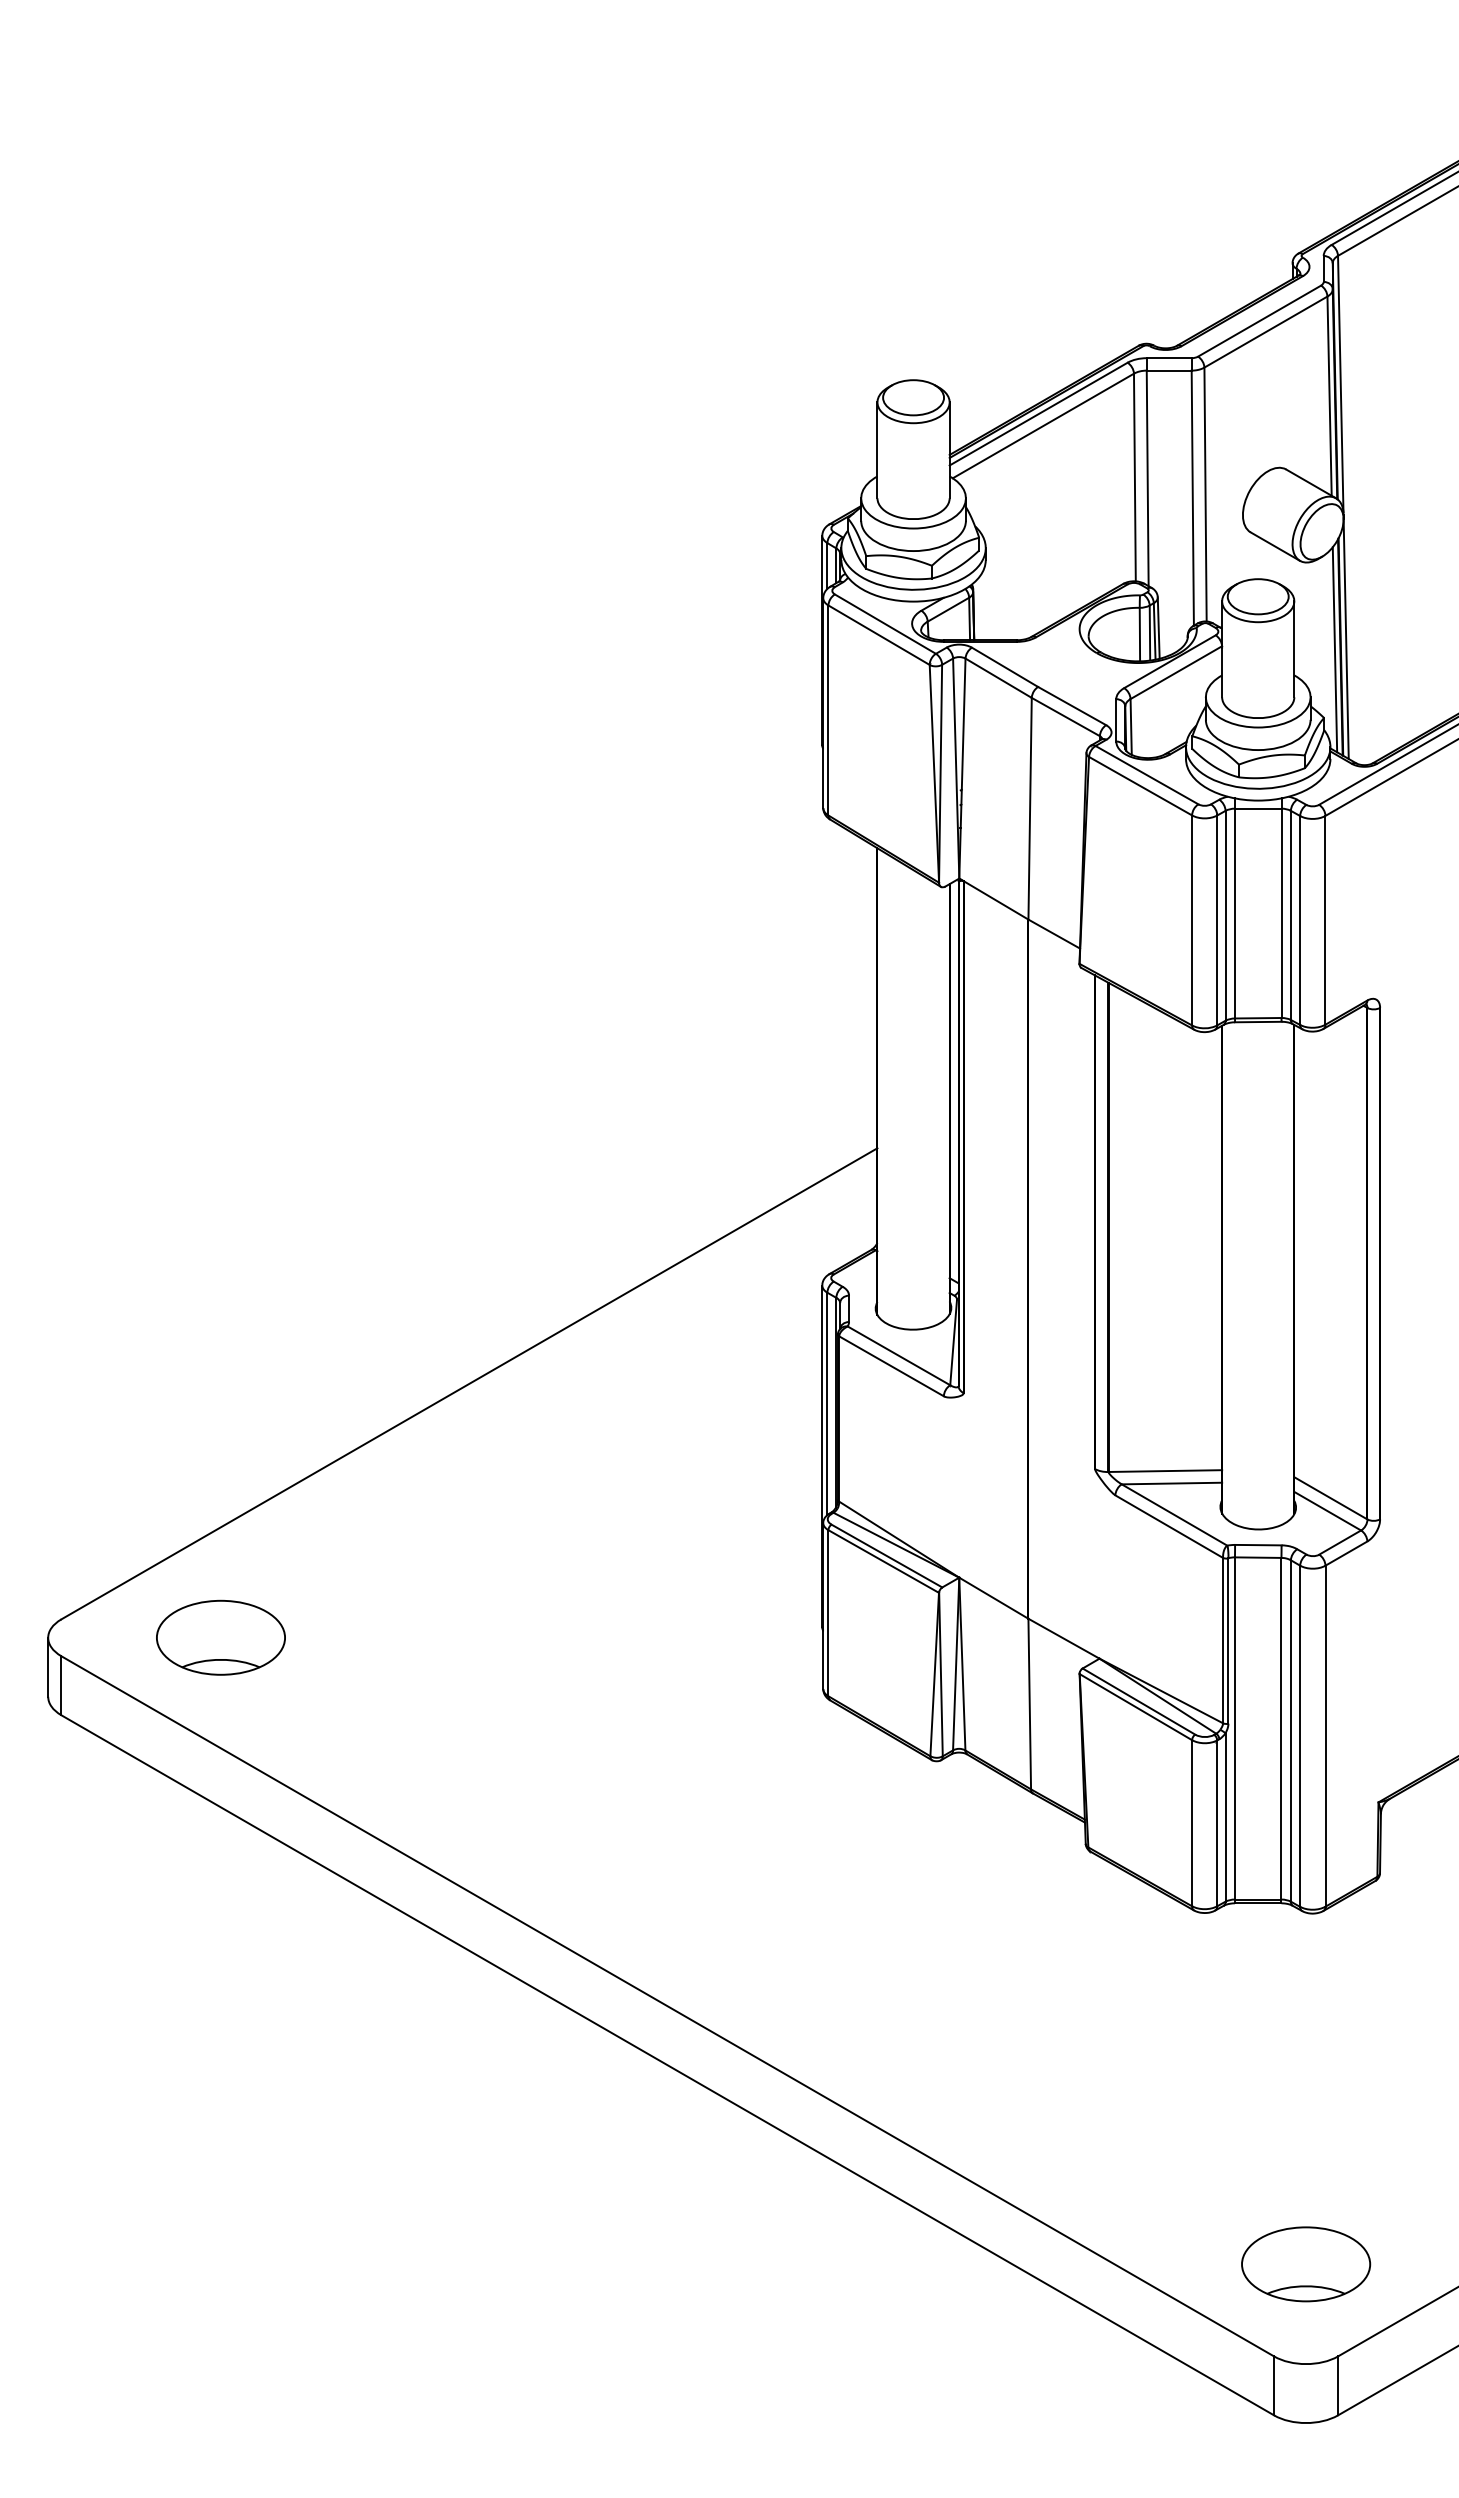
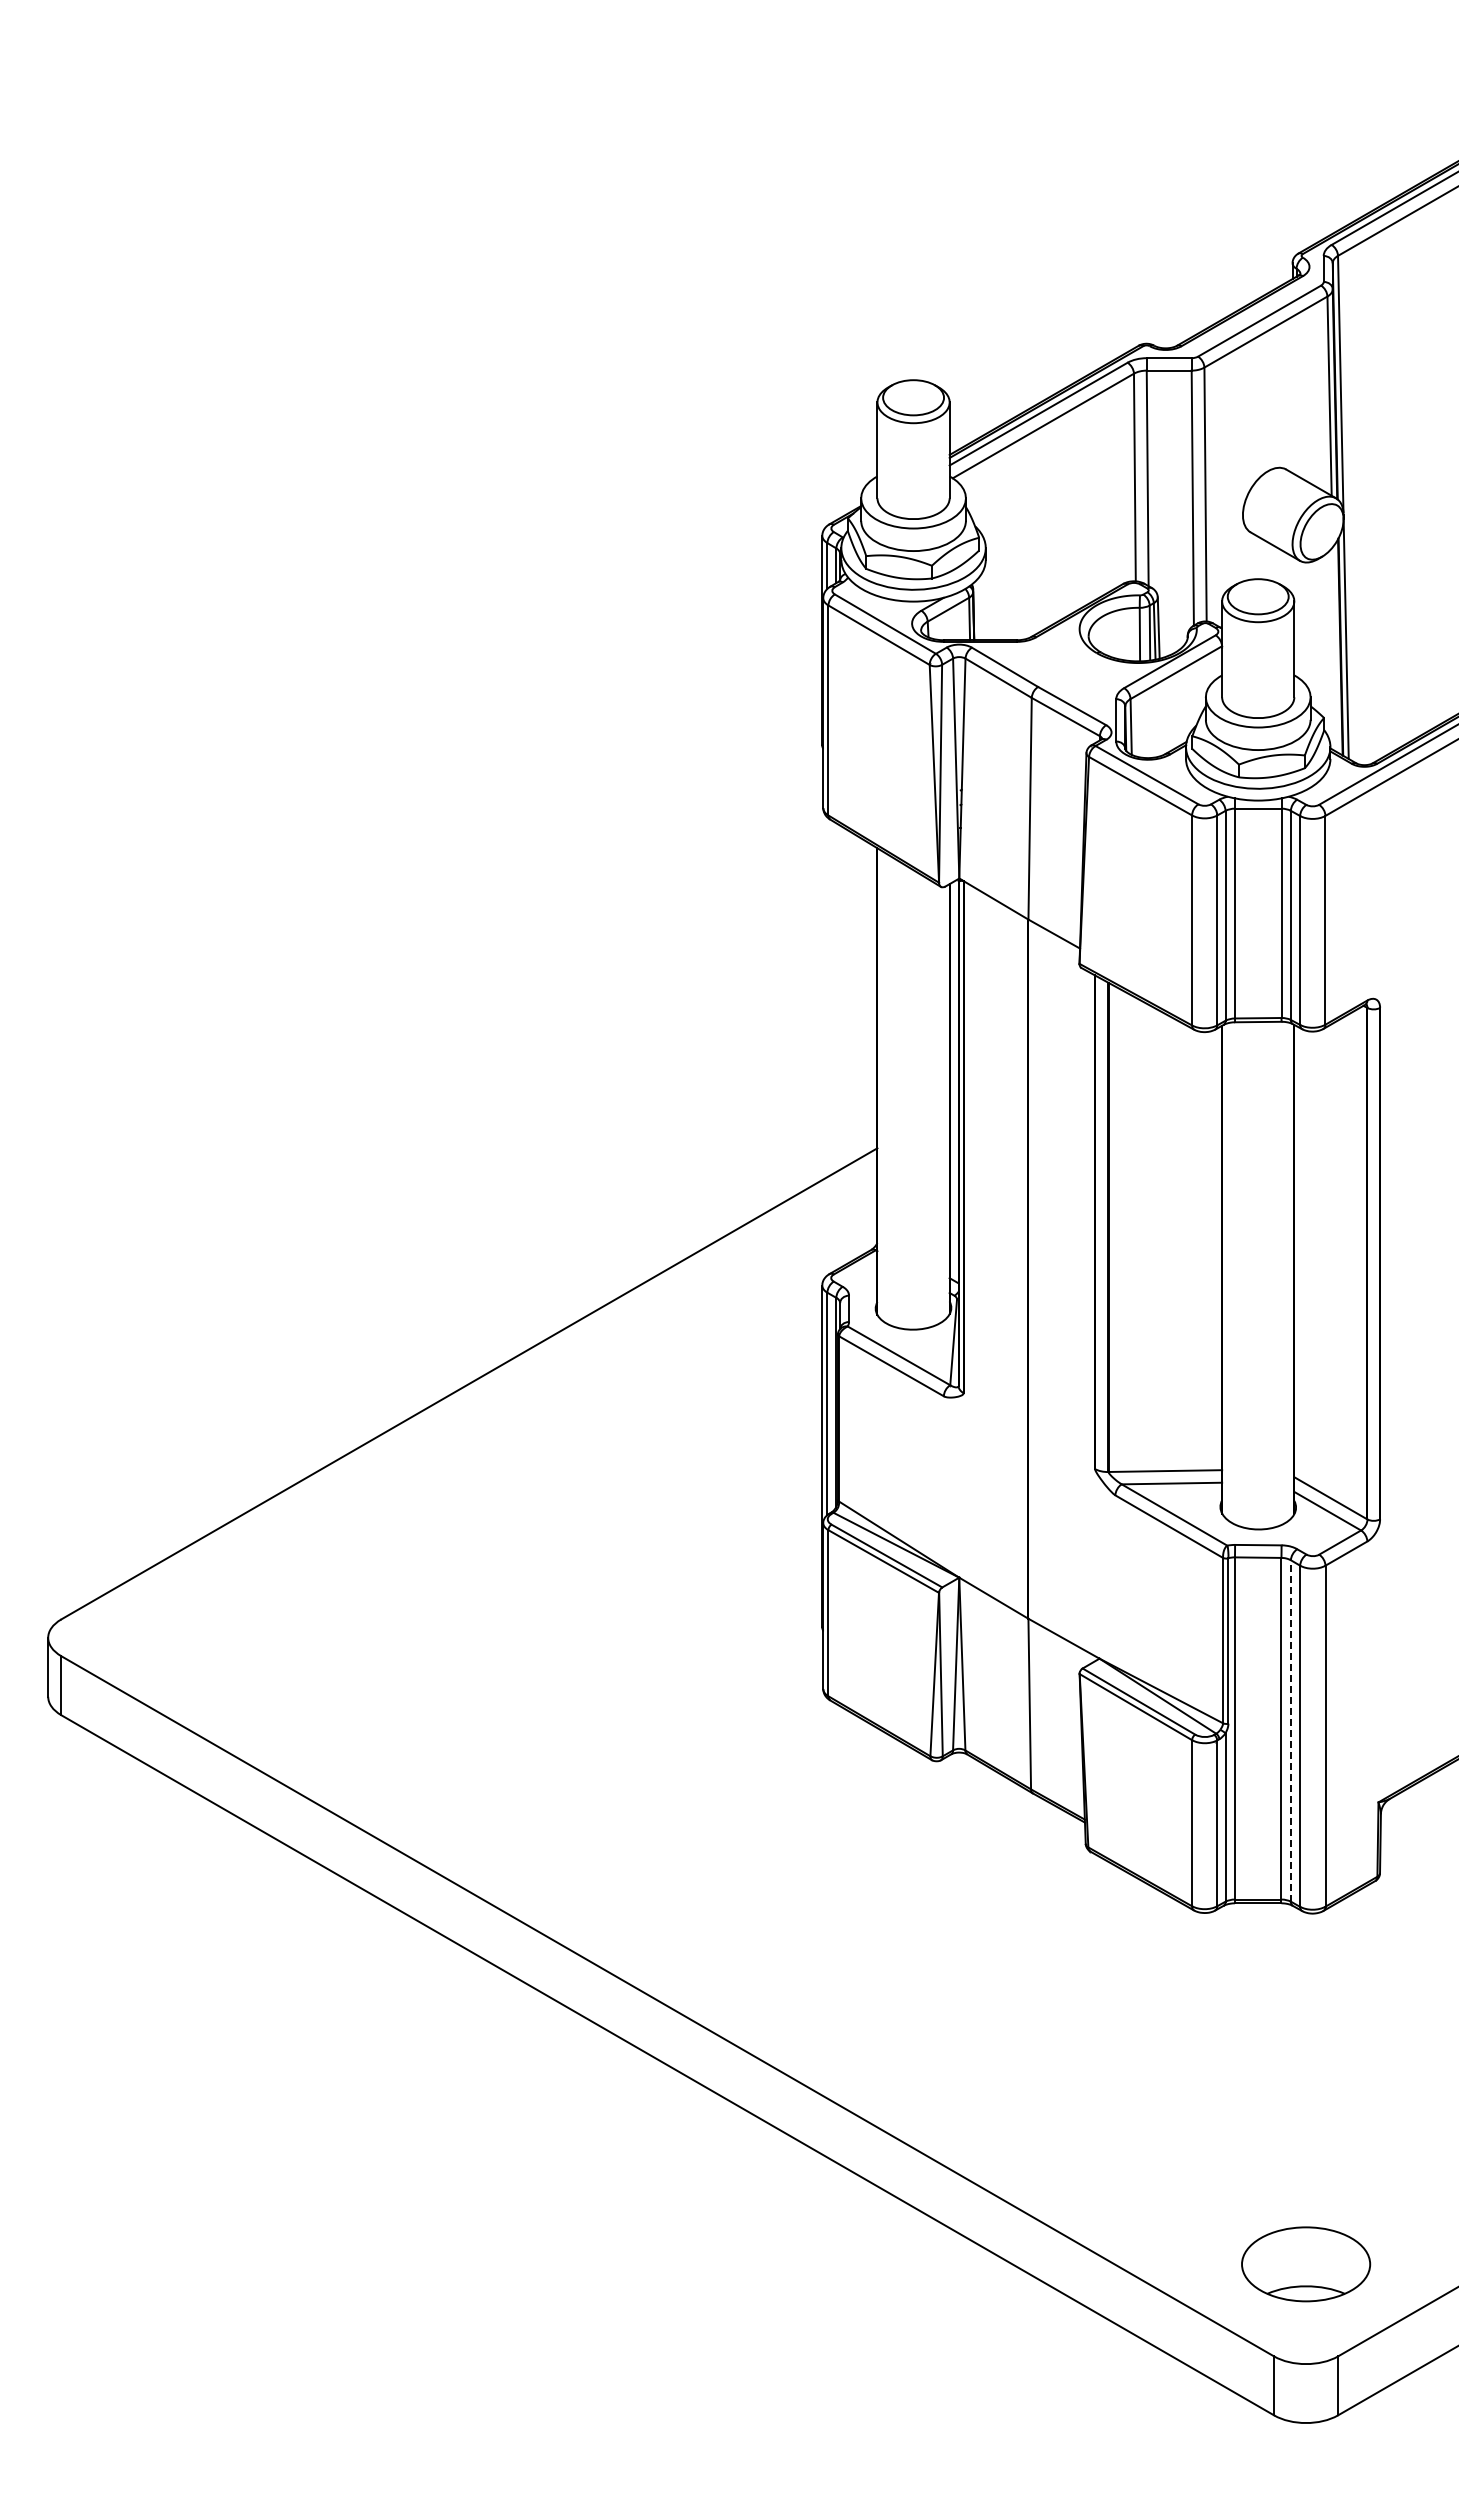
line at (1334, 649): present -> none
part at (220, 1637): present -> none
line at (1290, 1730): solid -> dashed
